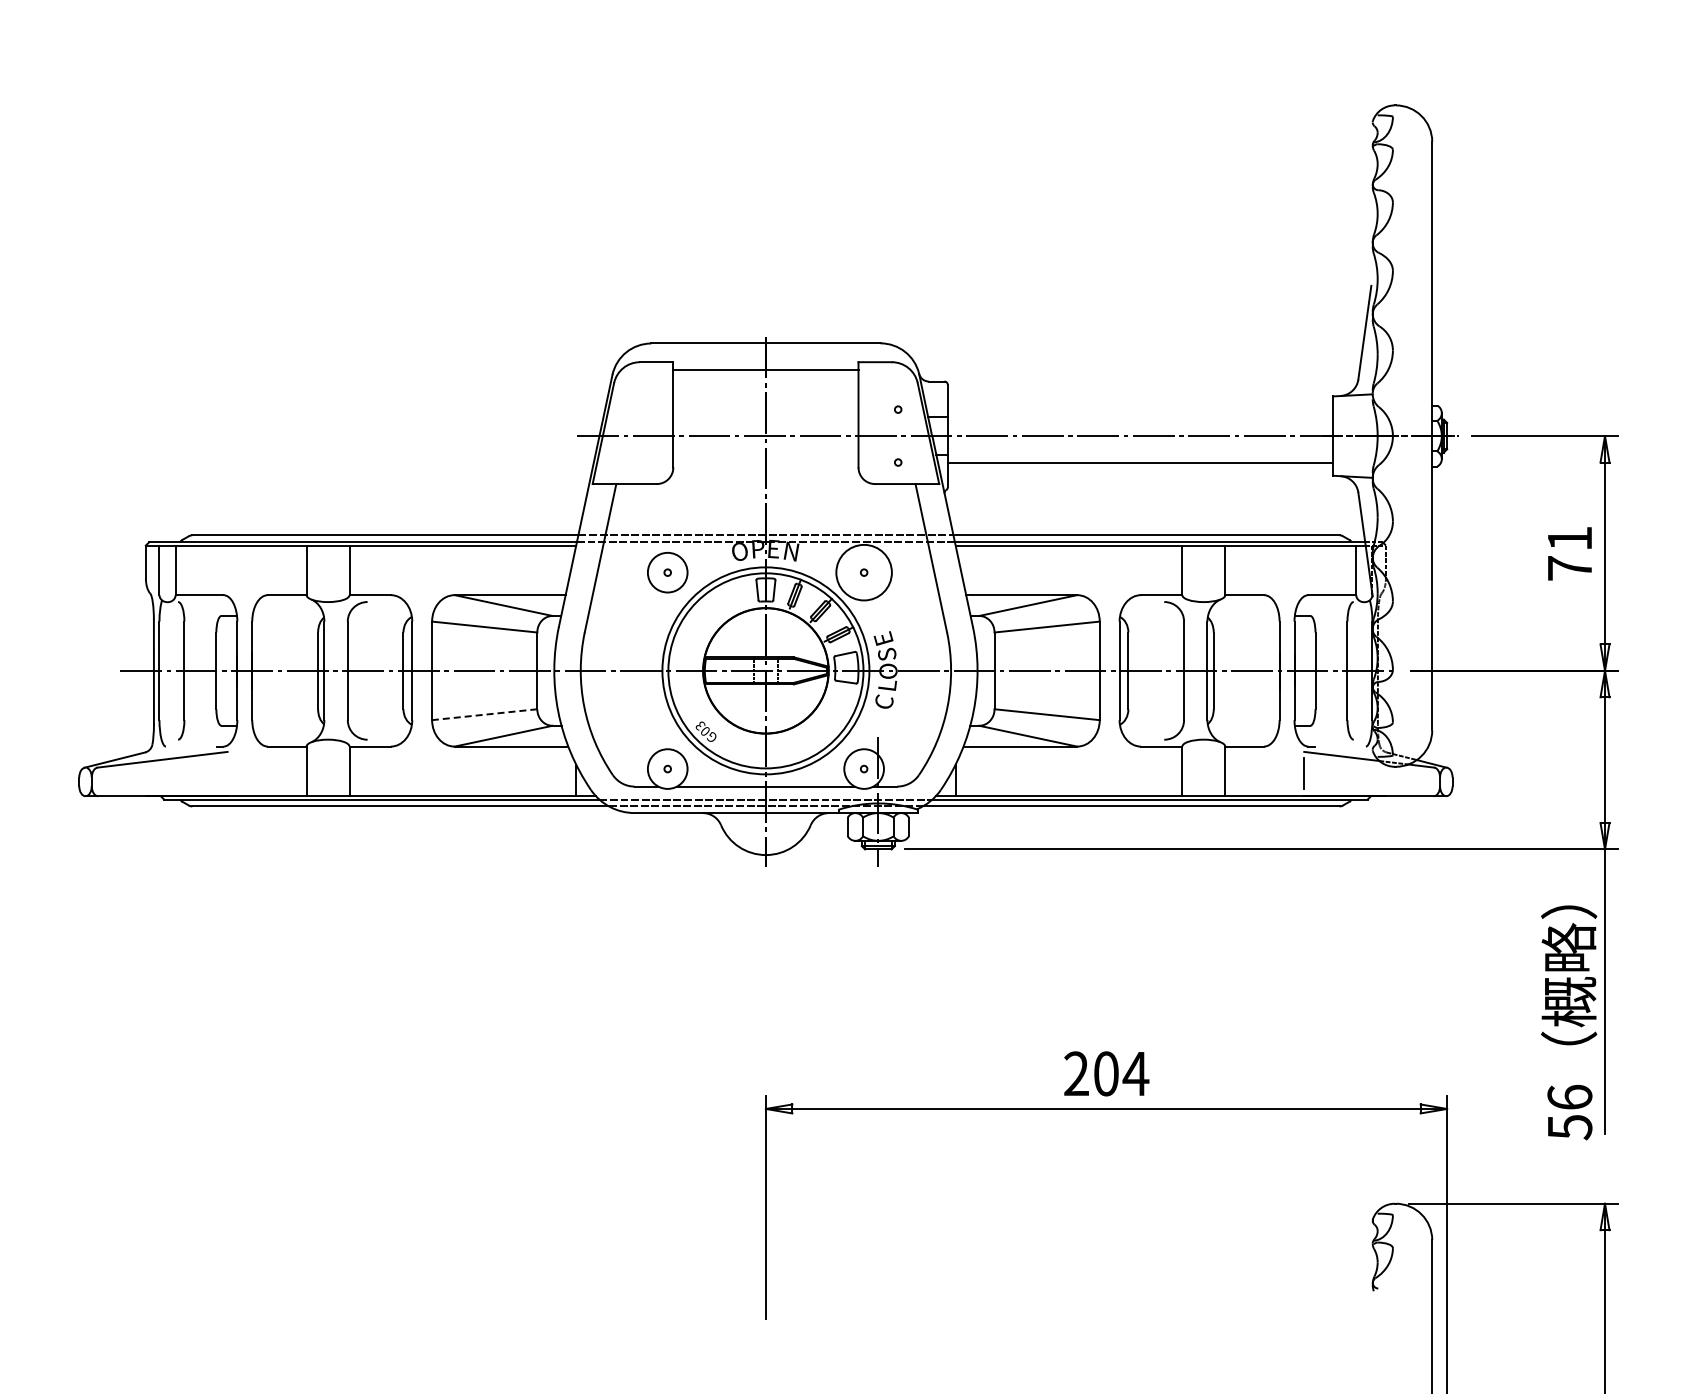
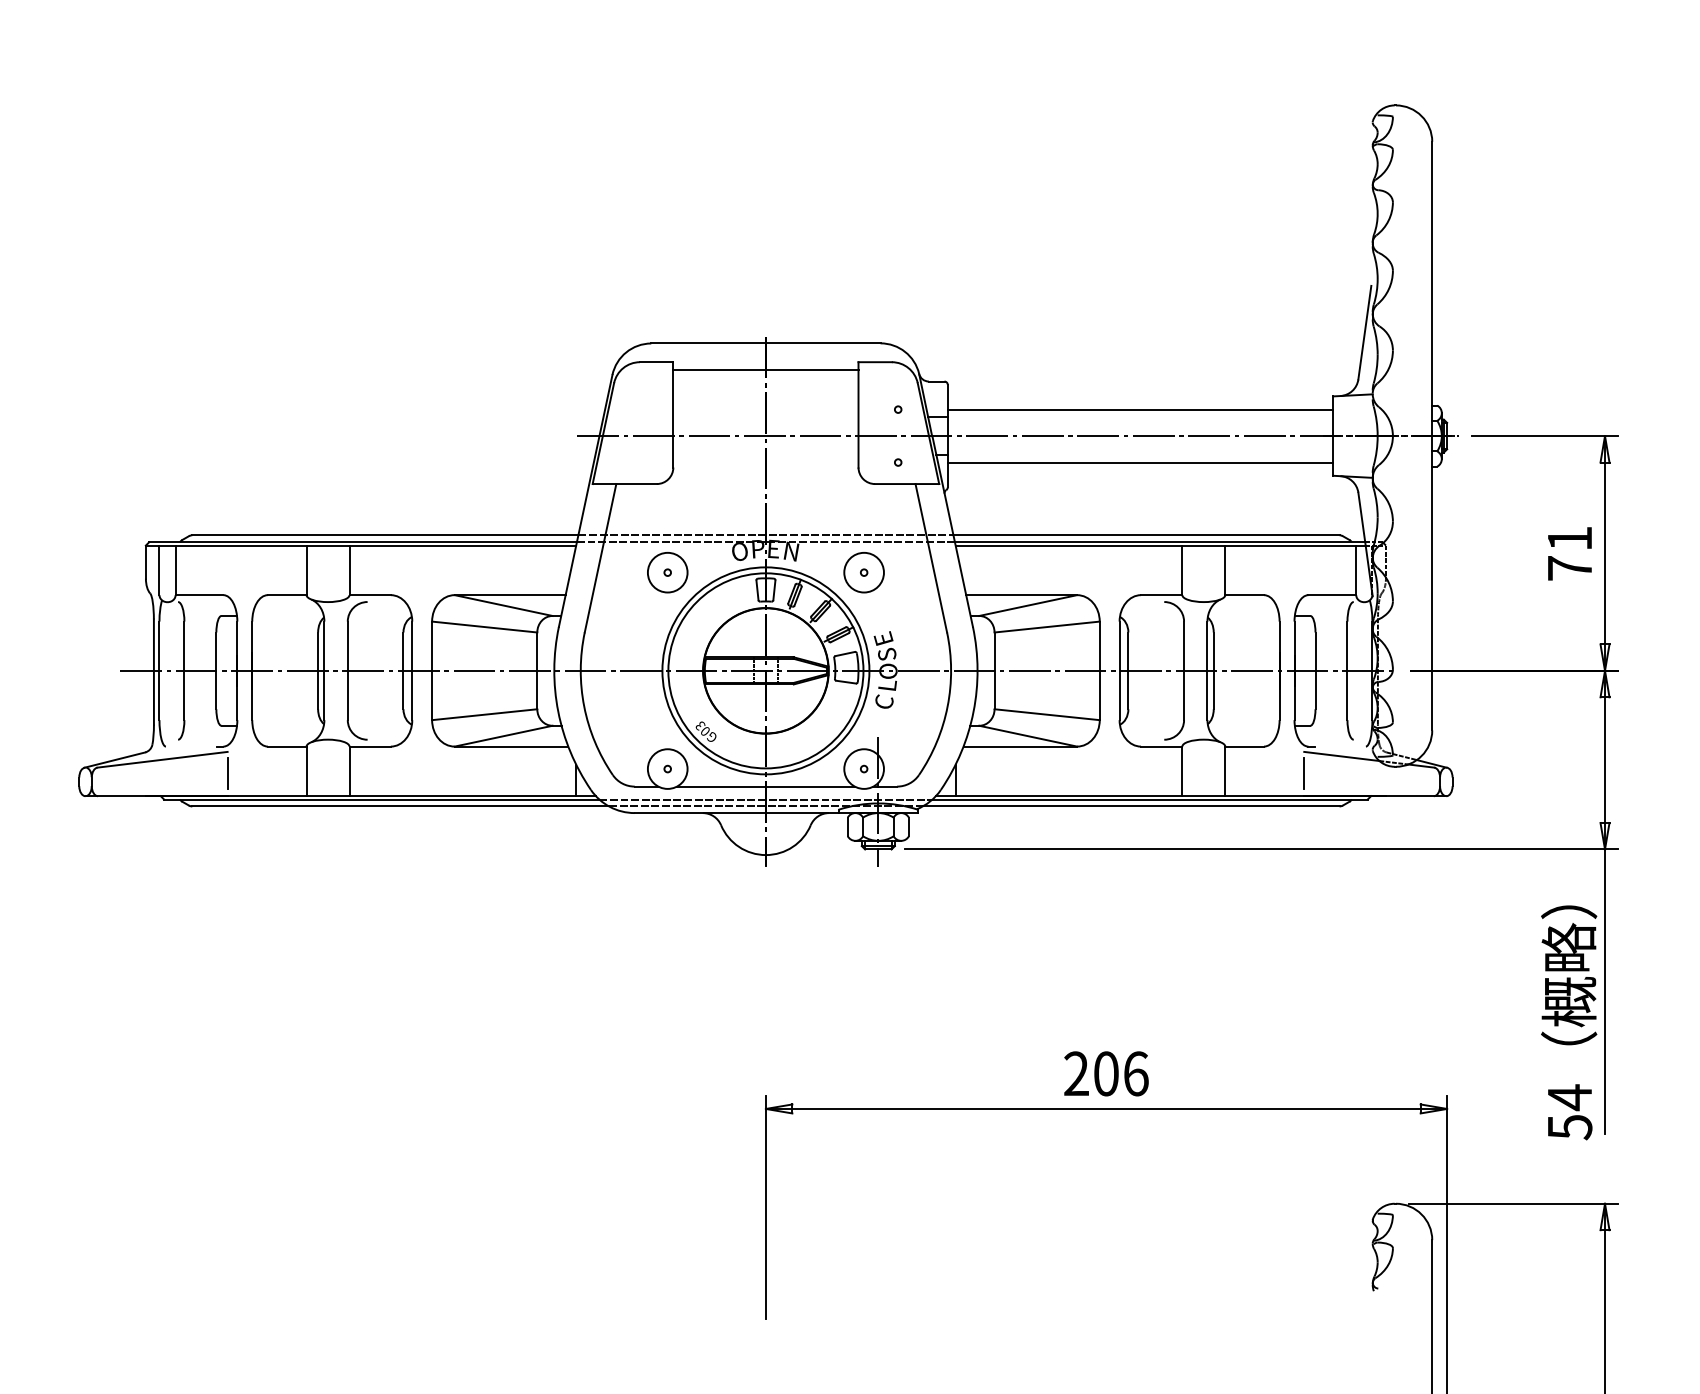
line at (1140, 409): none -> present
circle at (863, 572) diameter: 56 px -> 40 px
line at (484, 714): dashed -> solid
line at (227, 773): none -> present
text at (1135, 1073): 204 -> 206
text at (1569, 1097): 56 -> 54
